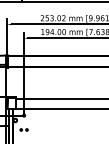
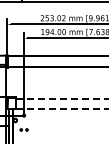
line at (62, 98): solid -> dashed
line at (62, 109): solid -> dashed
